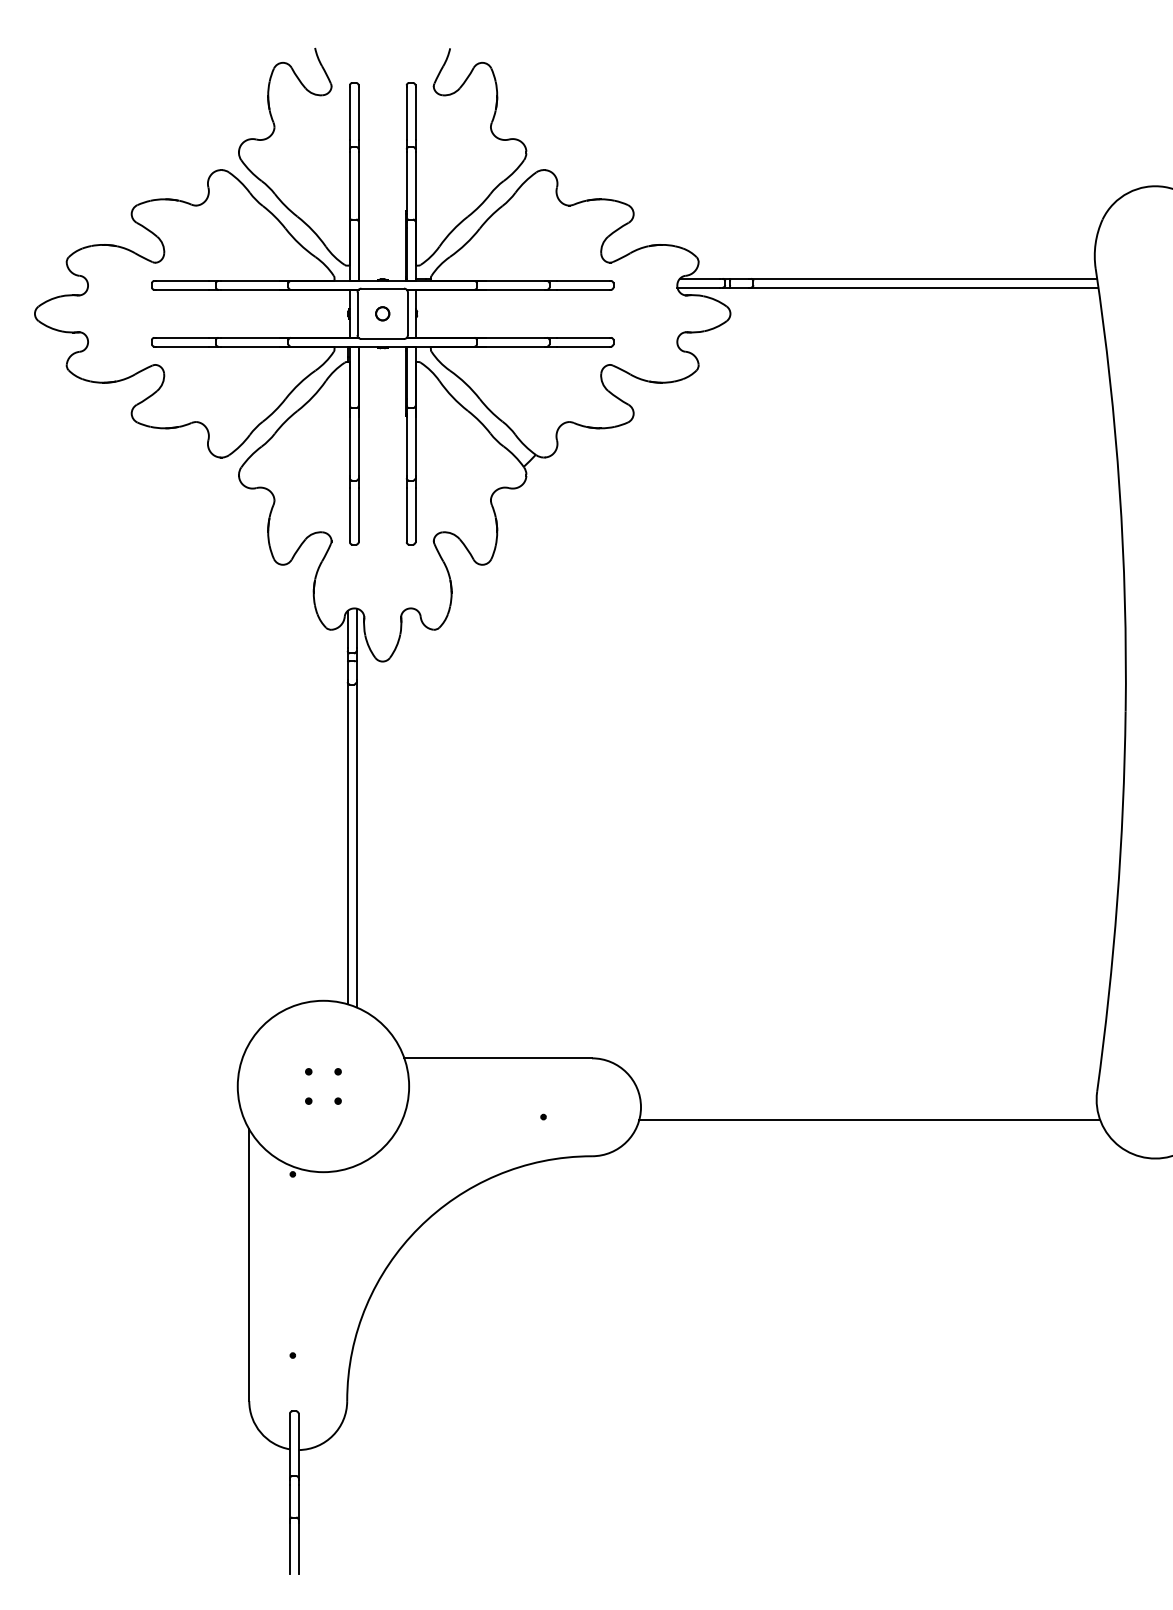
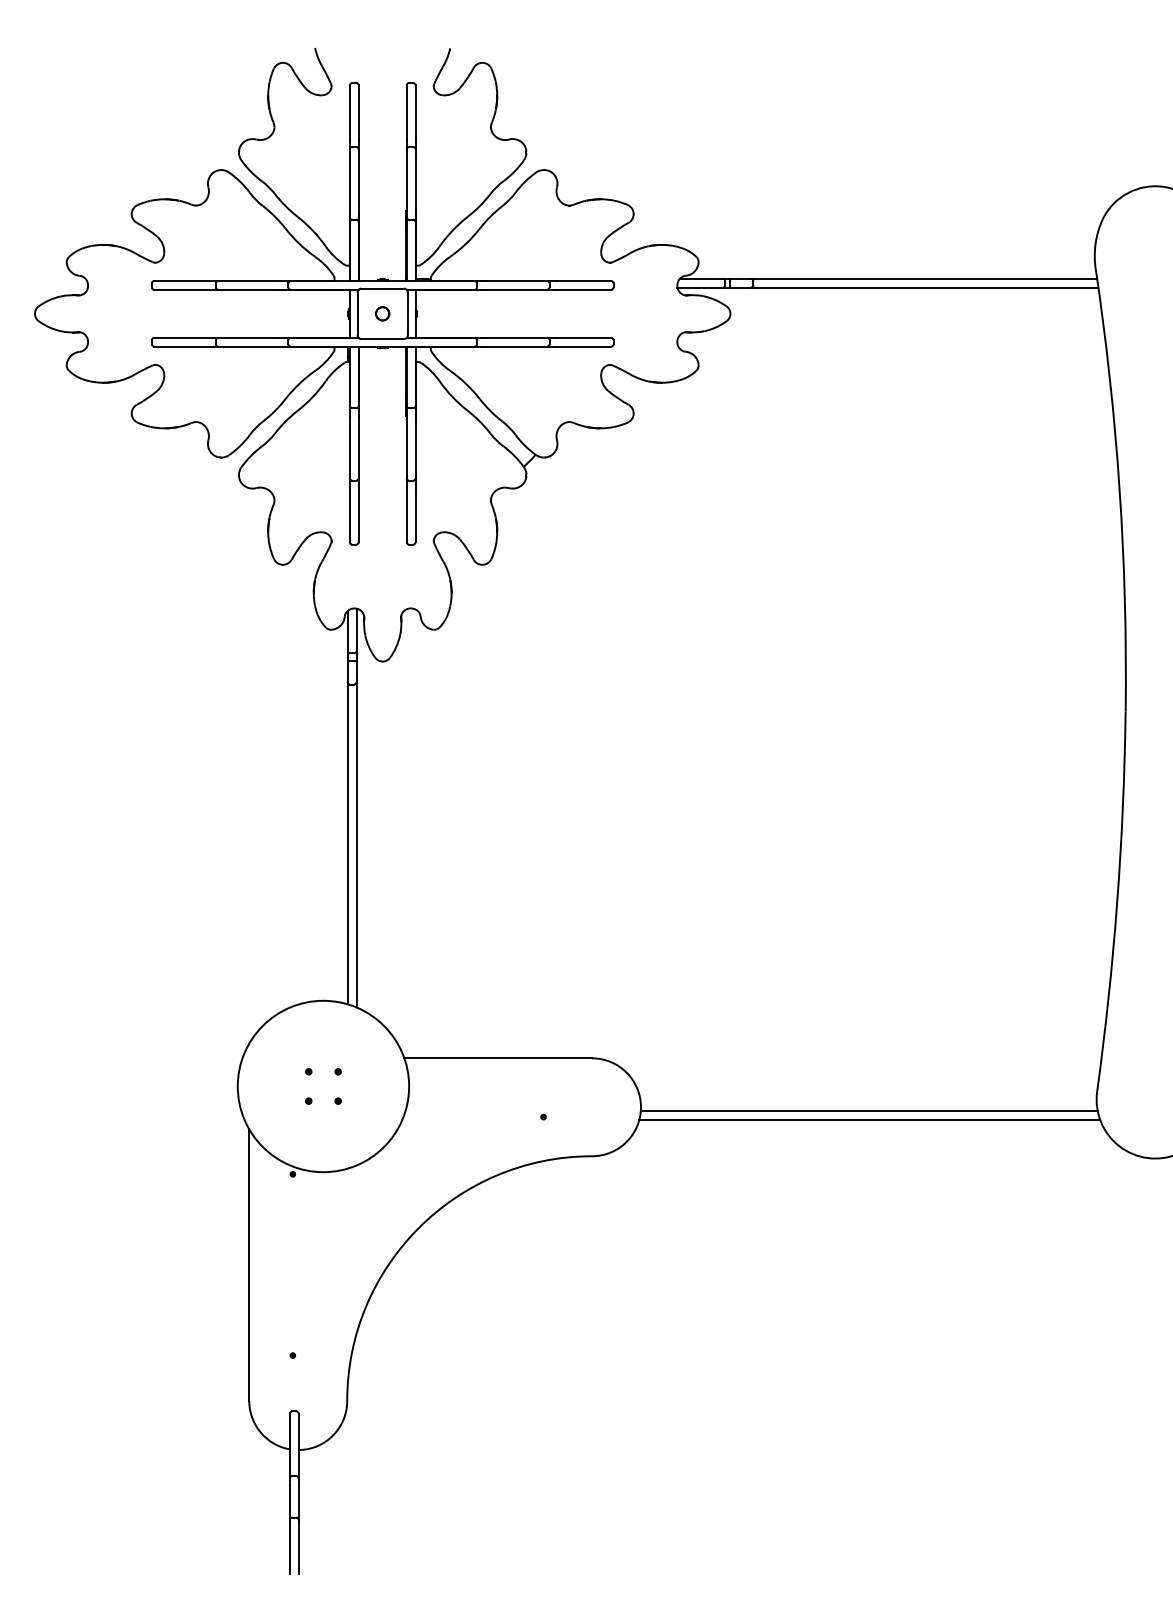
line at (868, 1111): none -> present
